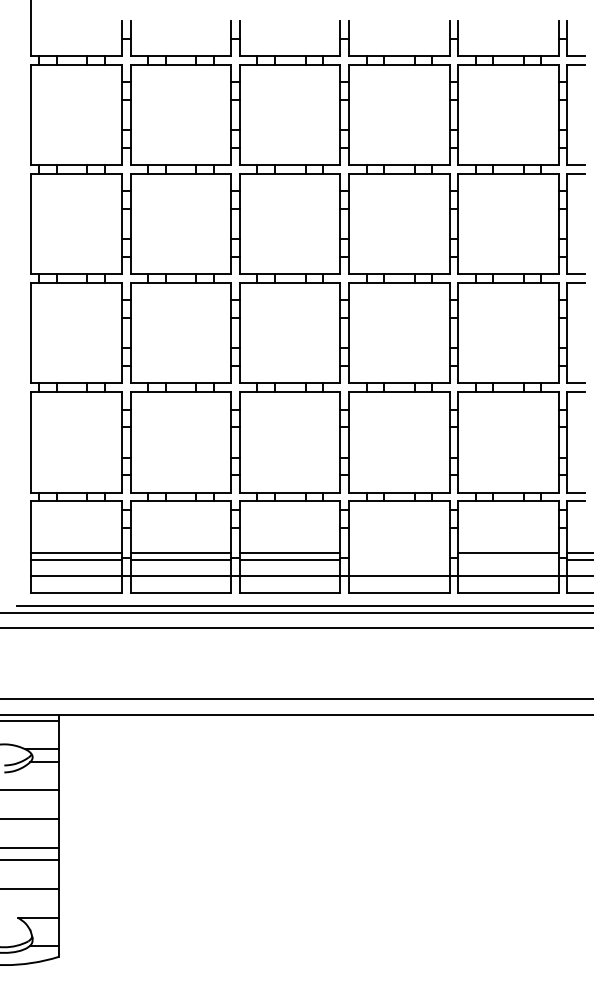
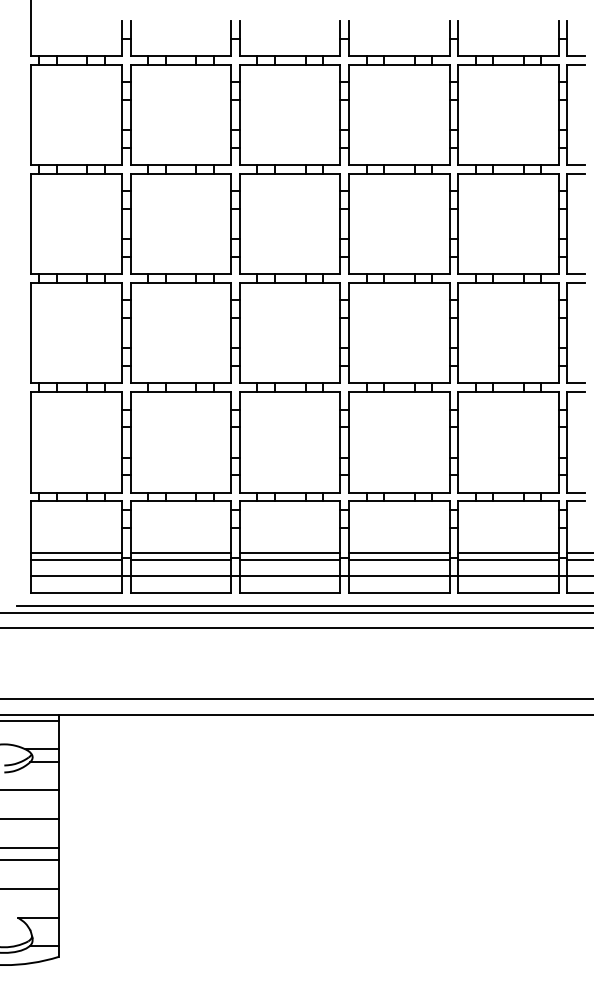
line at (399, 553): none -> present
line at (399, 560): none -> present
line at (508, 560): none -> present
